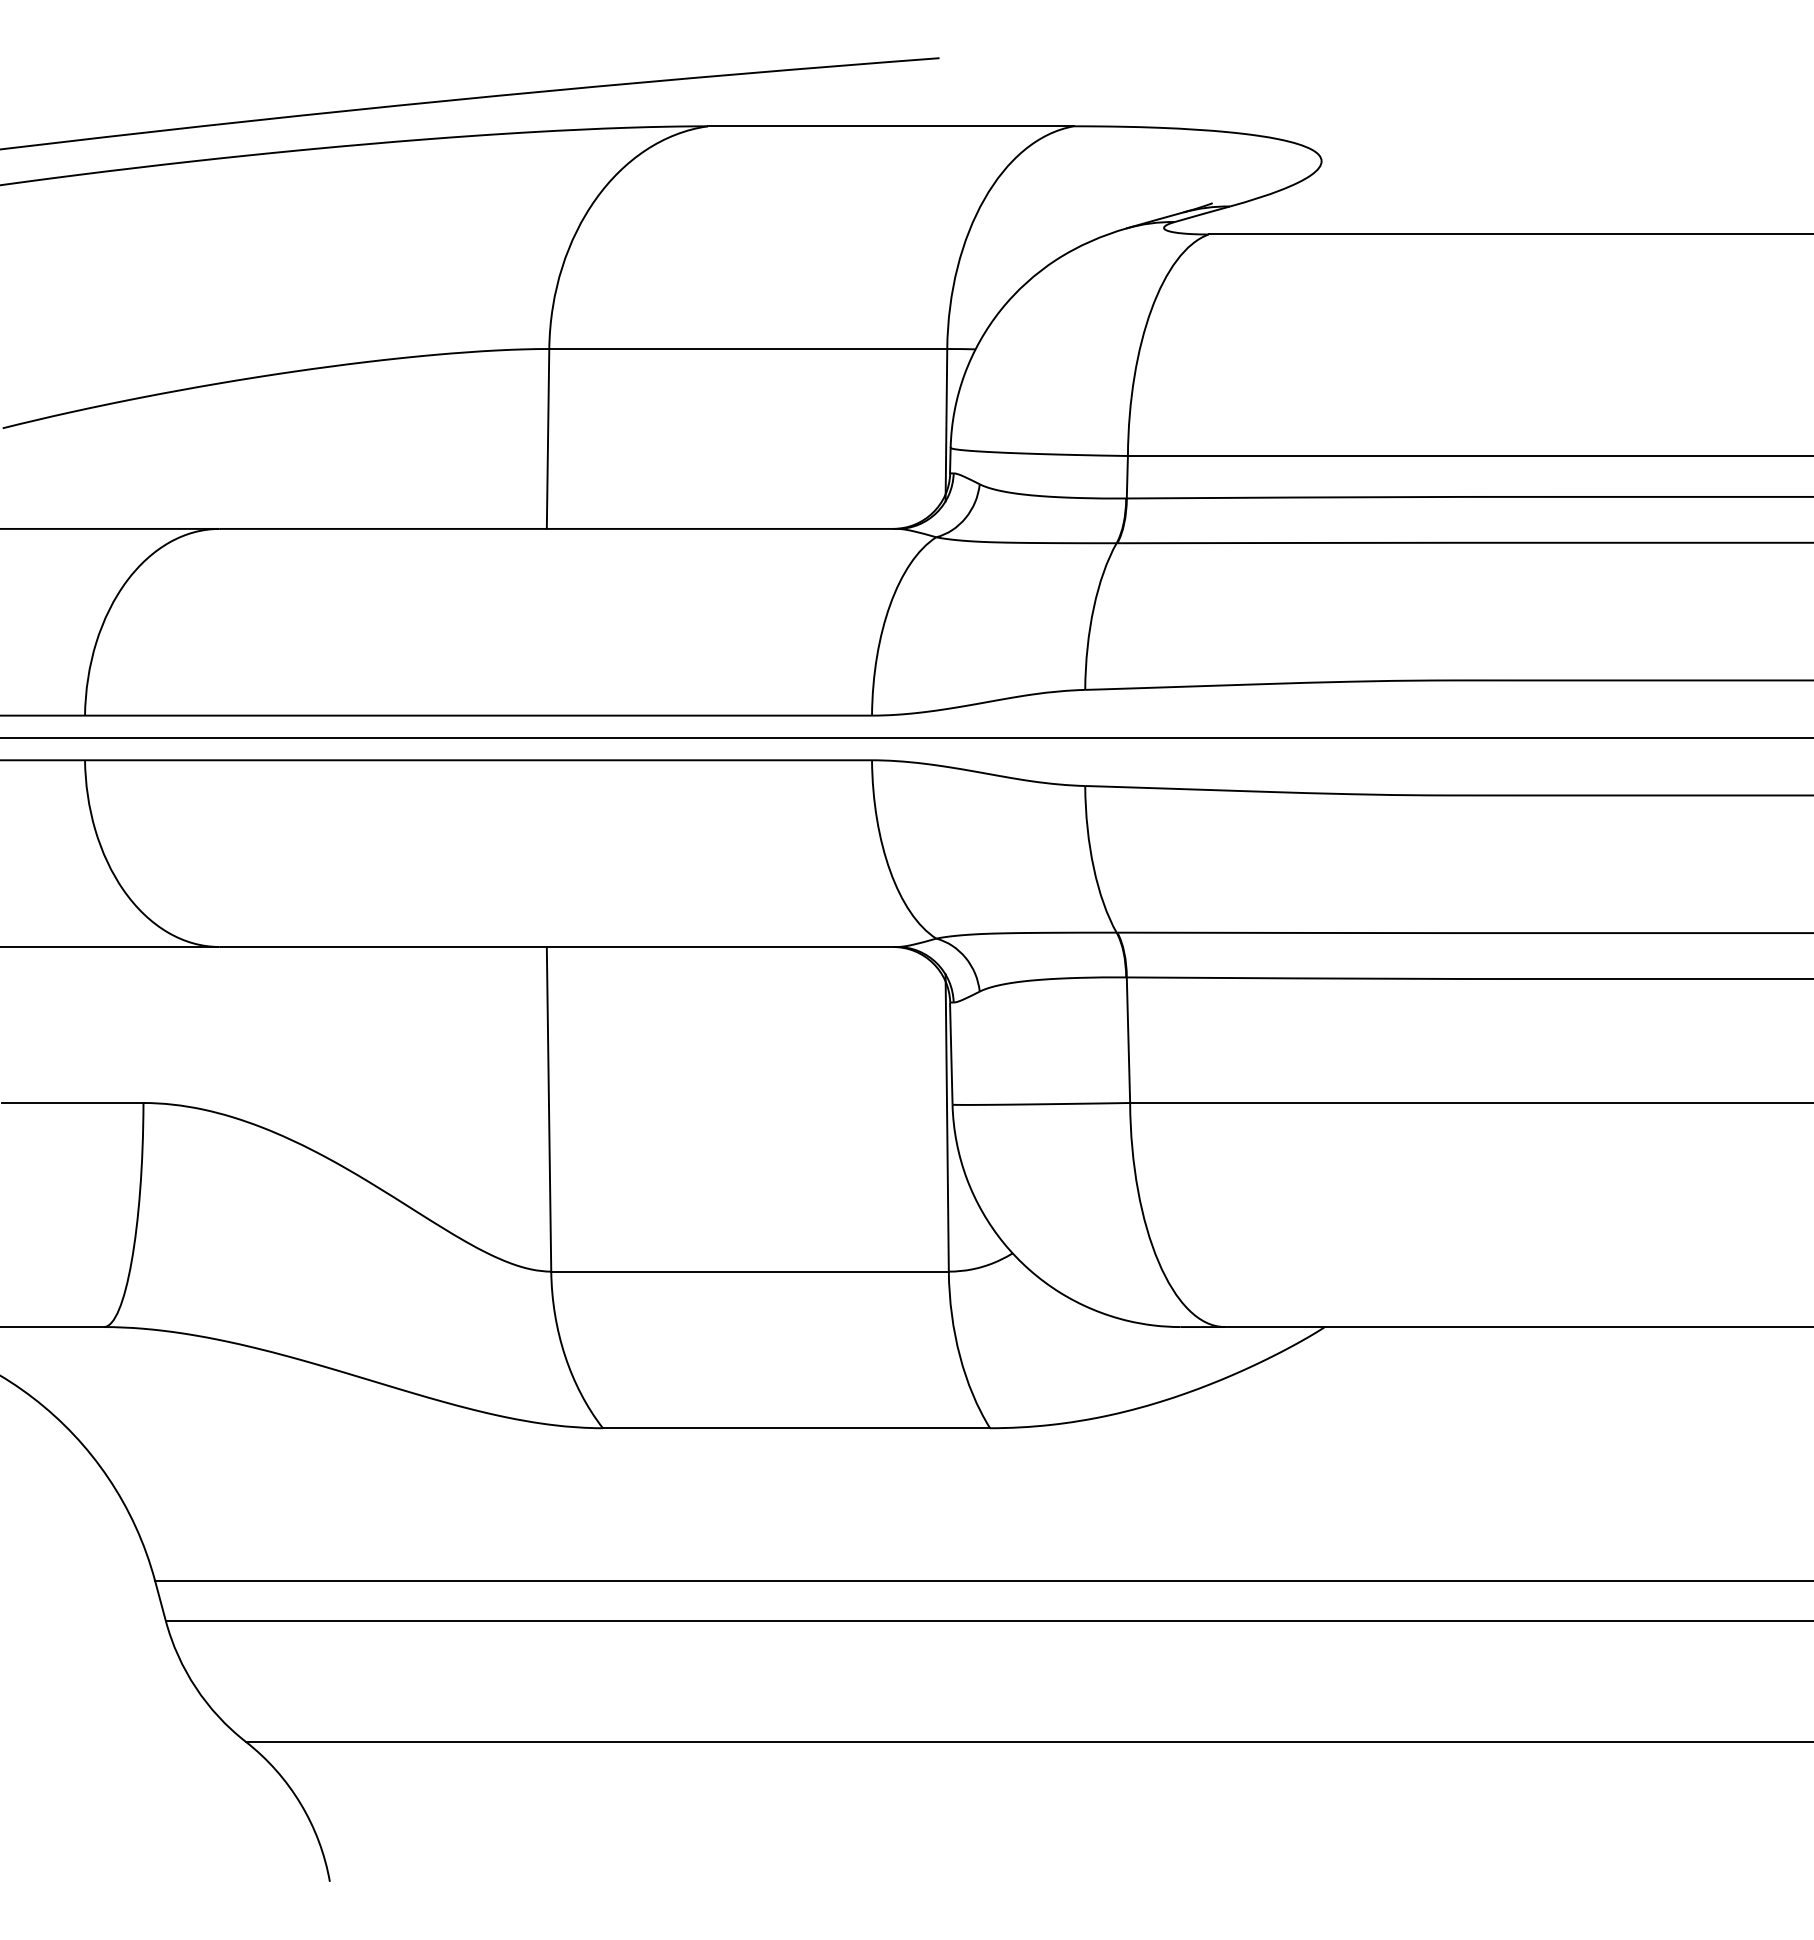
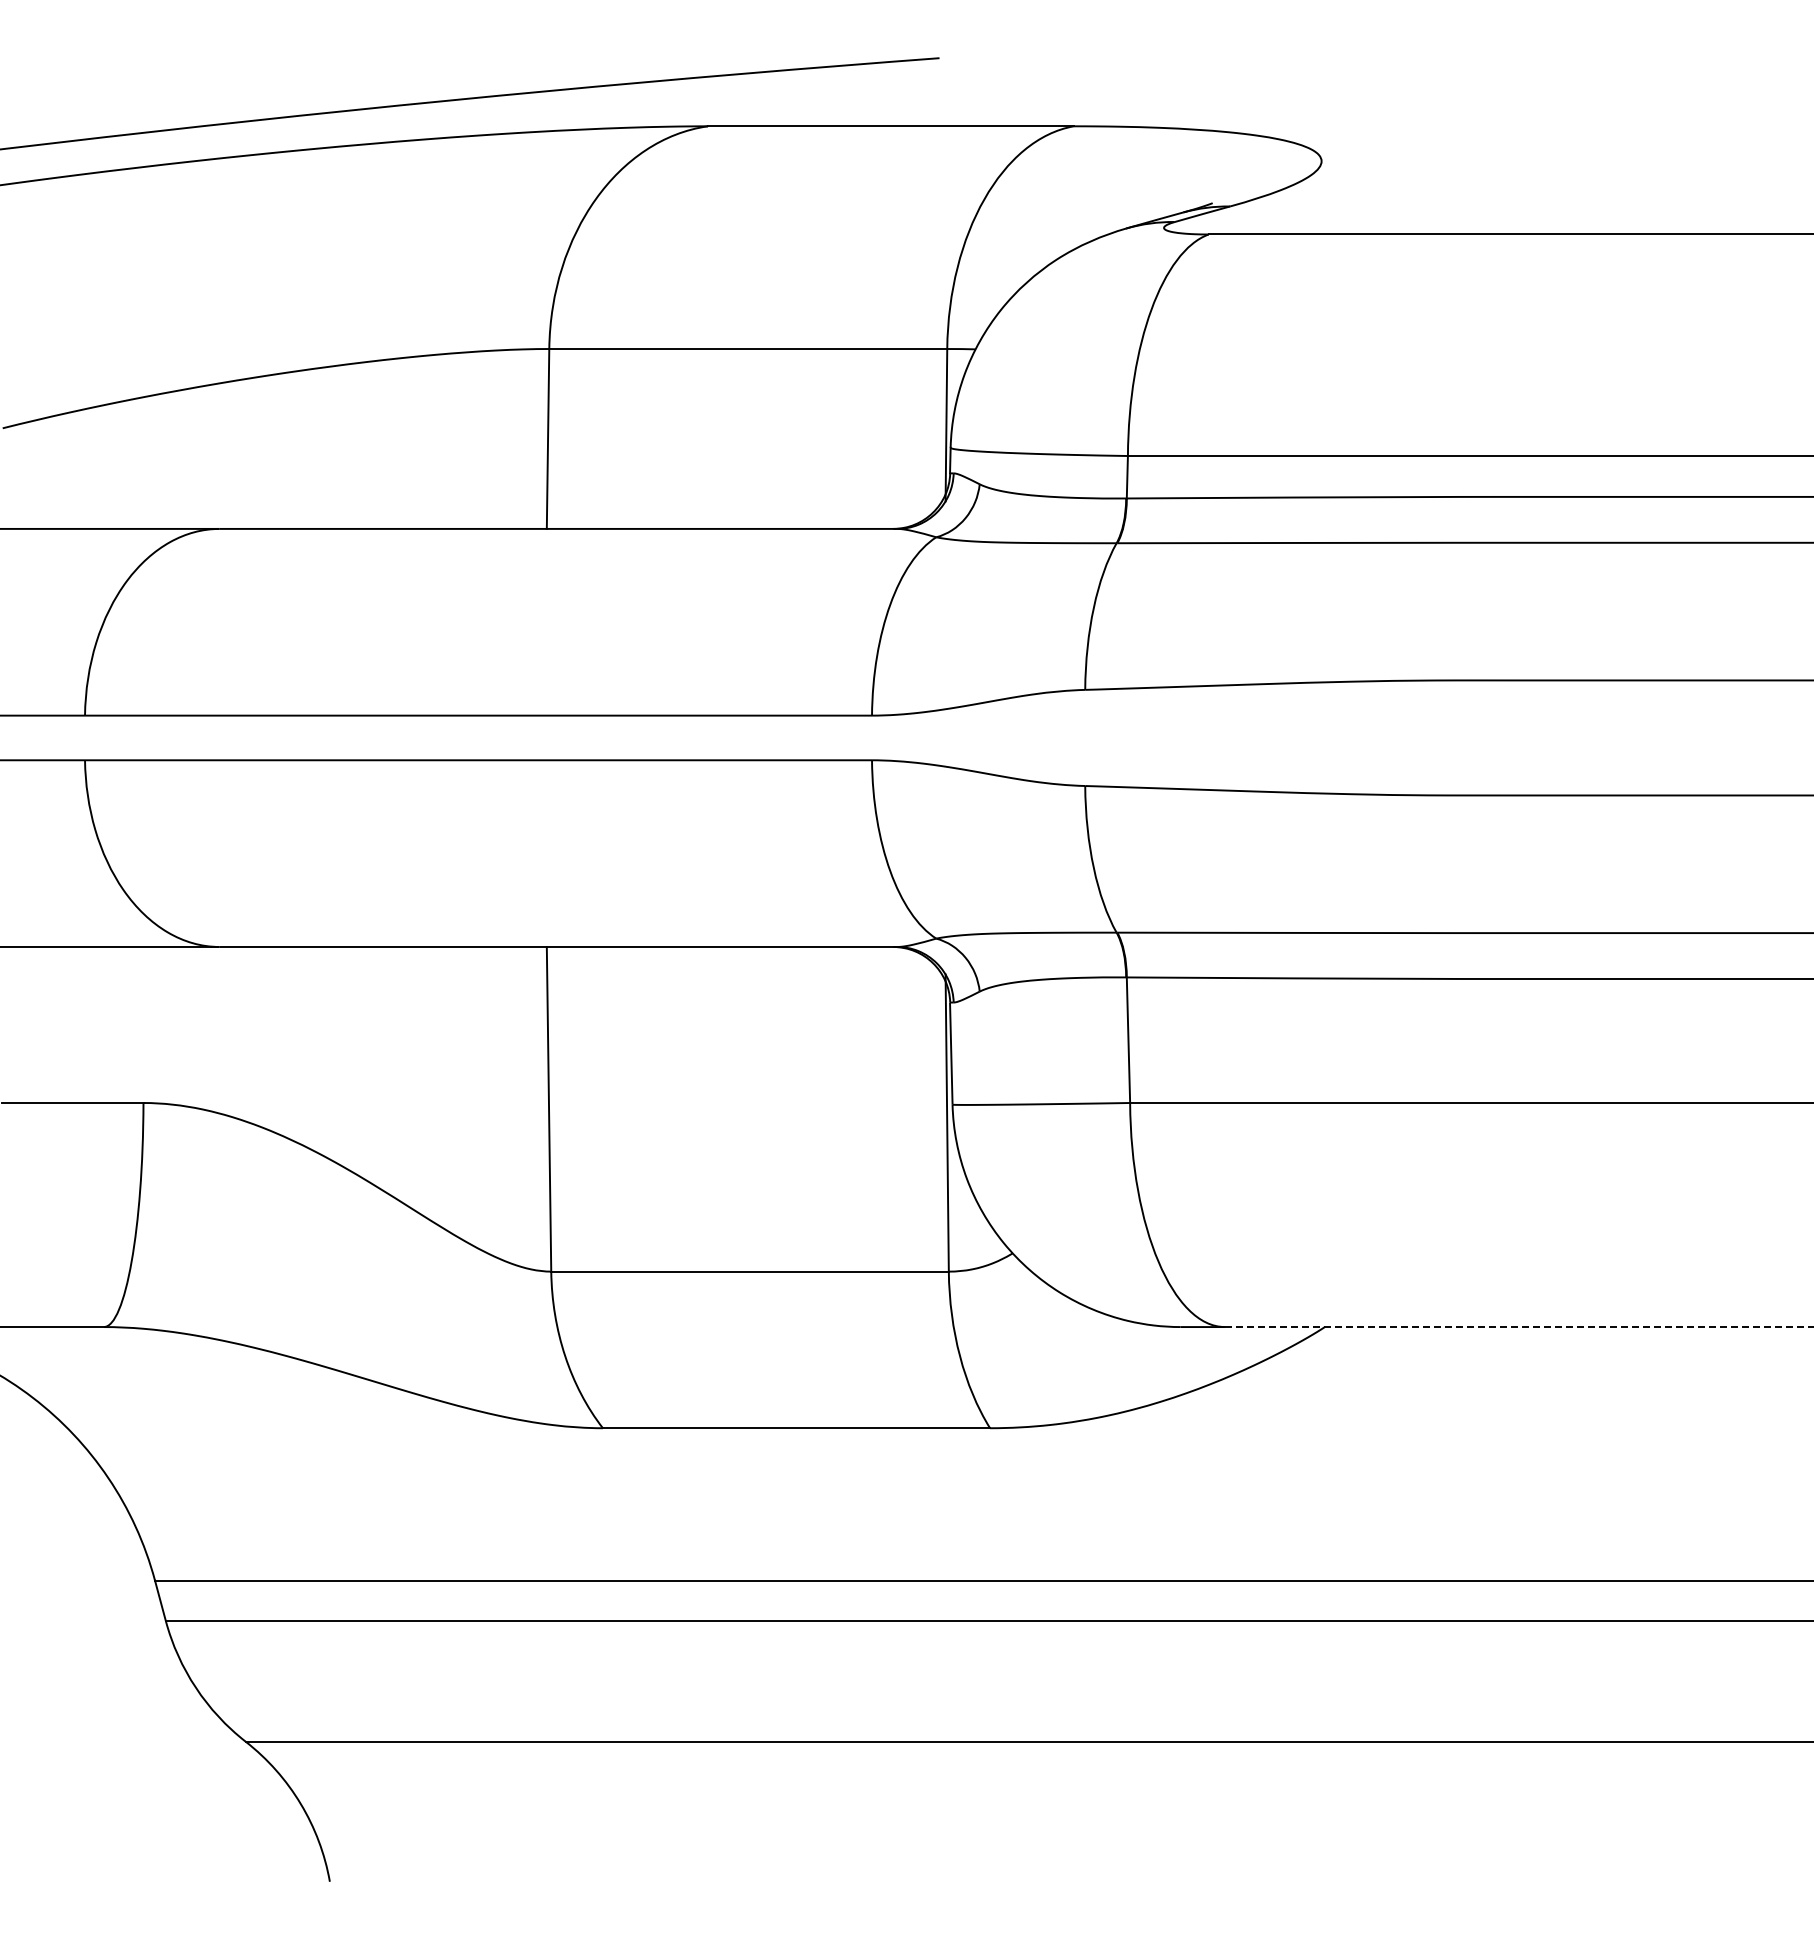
line at (906, 737): present -> none
line at (1519, 1327): solid -> dashed
